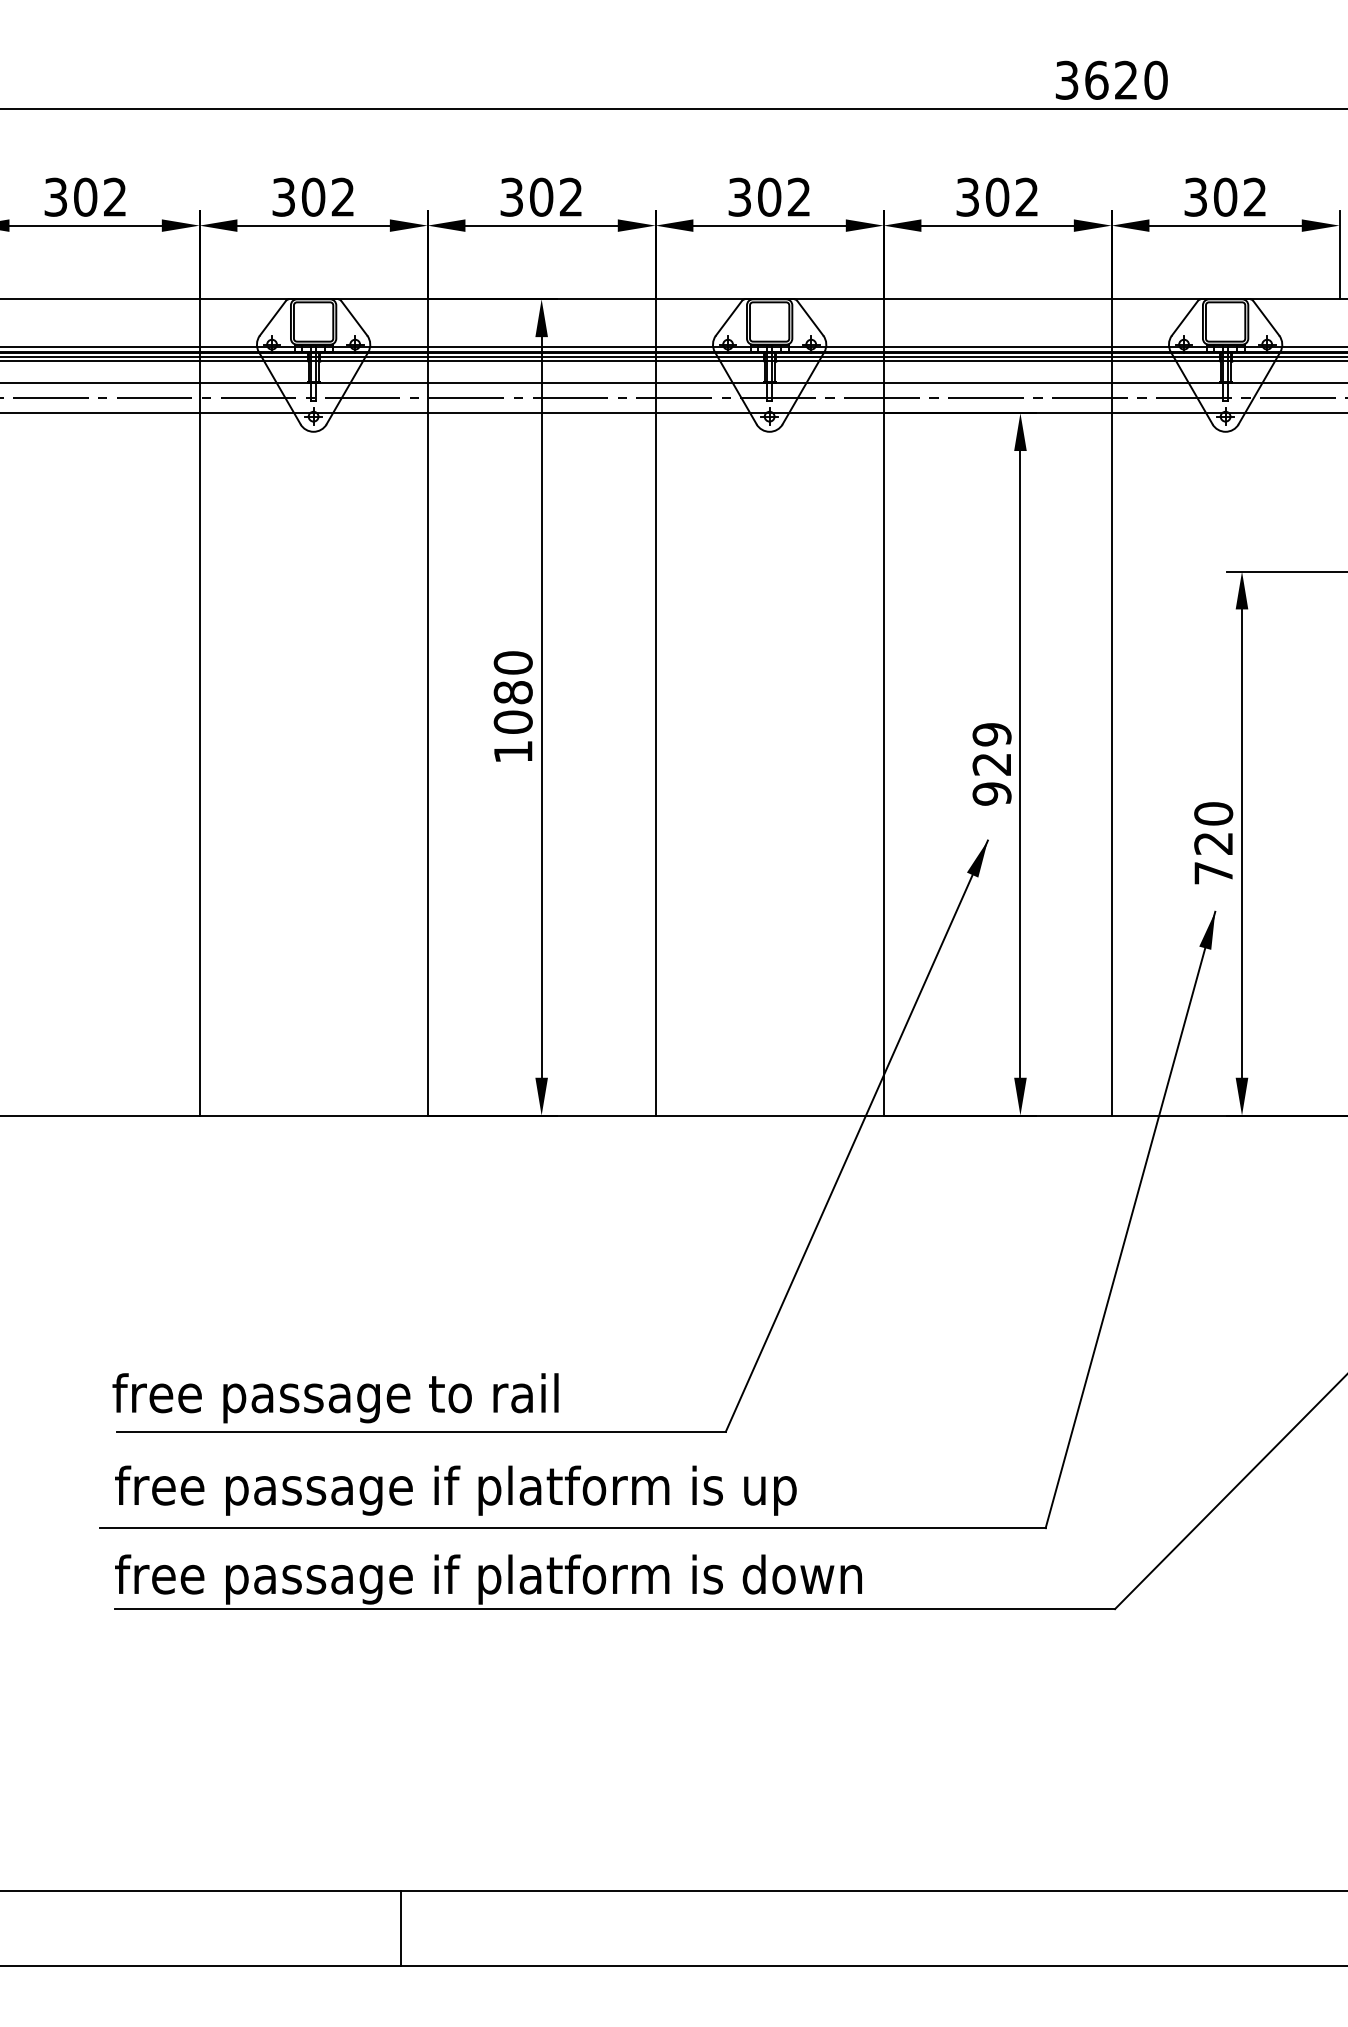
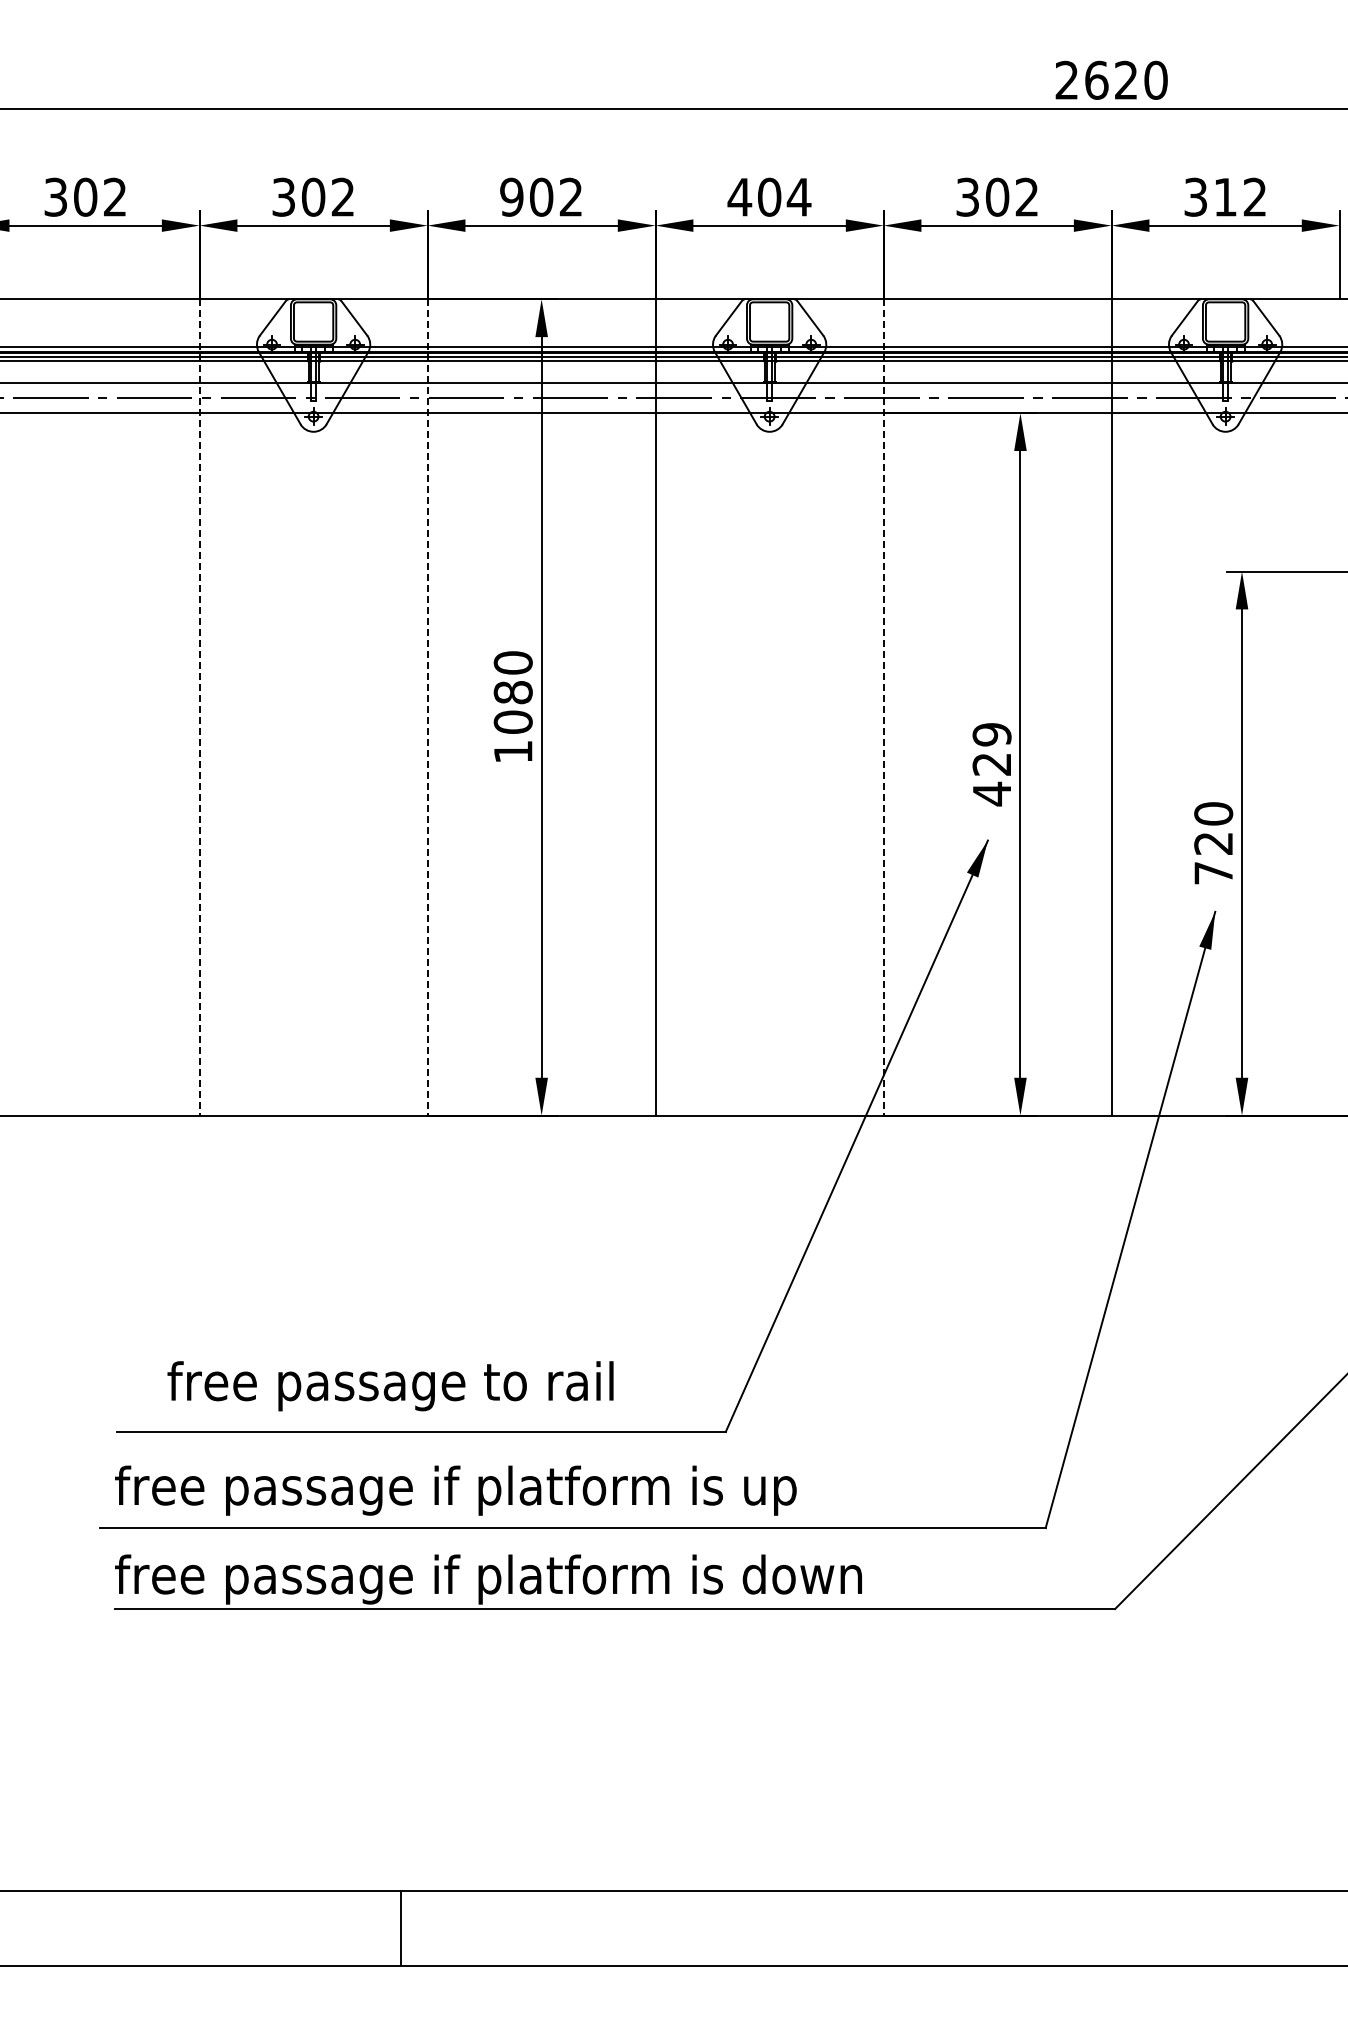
text at (1066, 80): 3620 -> 2620
text at (511, 196): 302 -> 902
text at (769, 196): 302 -> 404
text at (1225, 196): 302 -> 312
line at (199, 707): solid -> dashed
line at (427, 707): solid -> dashed
line at (883, 707): solid -> dashed
text at (991, 793): 929 -> 429
text at (335, 1398) position: (335, 1398) -> (390, 1386)
